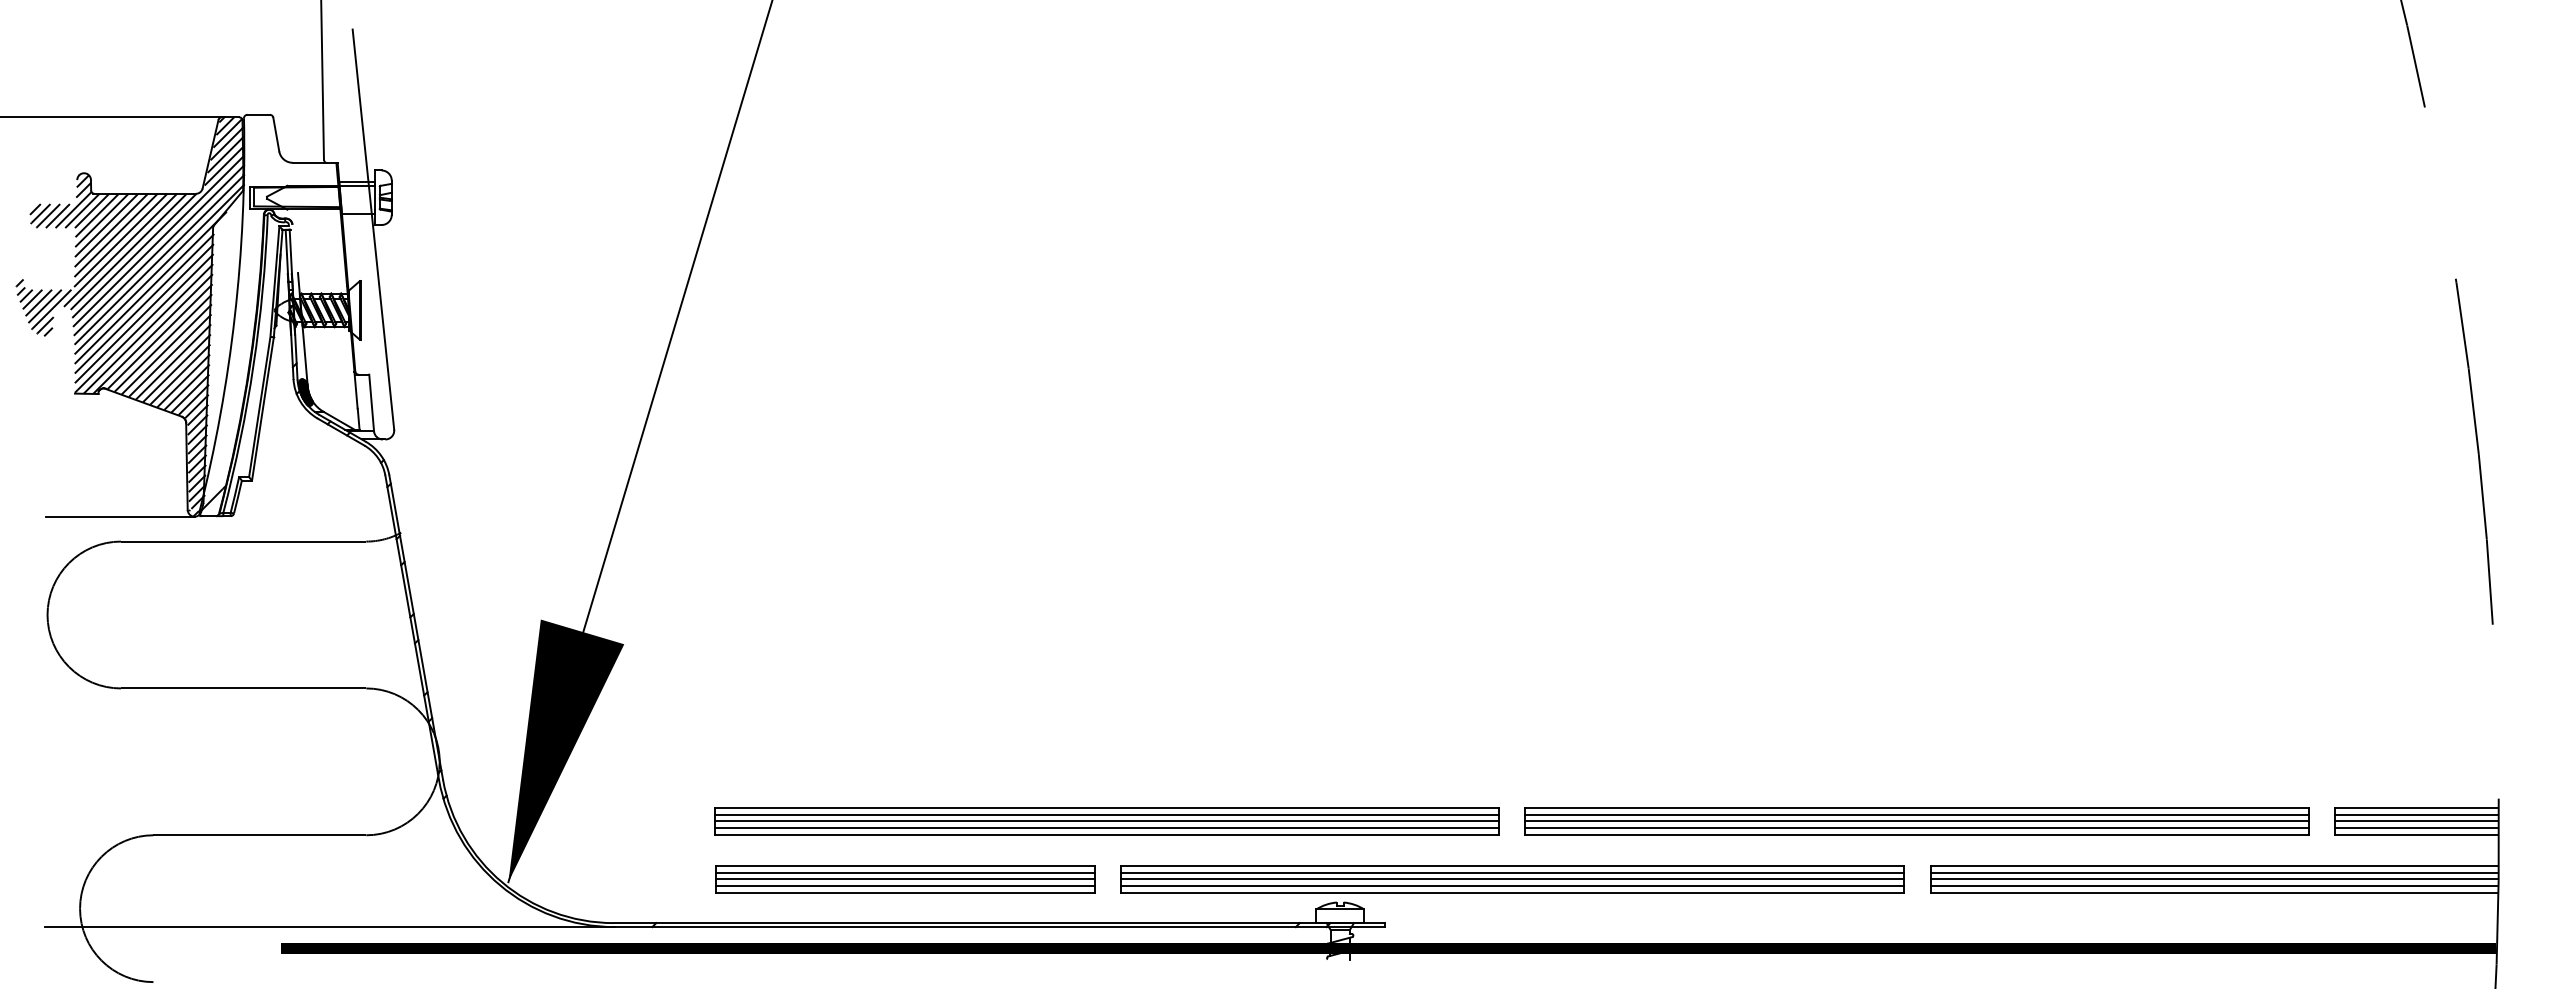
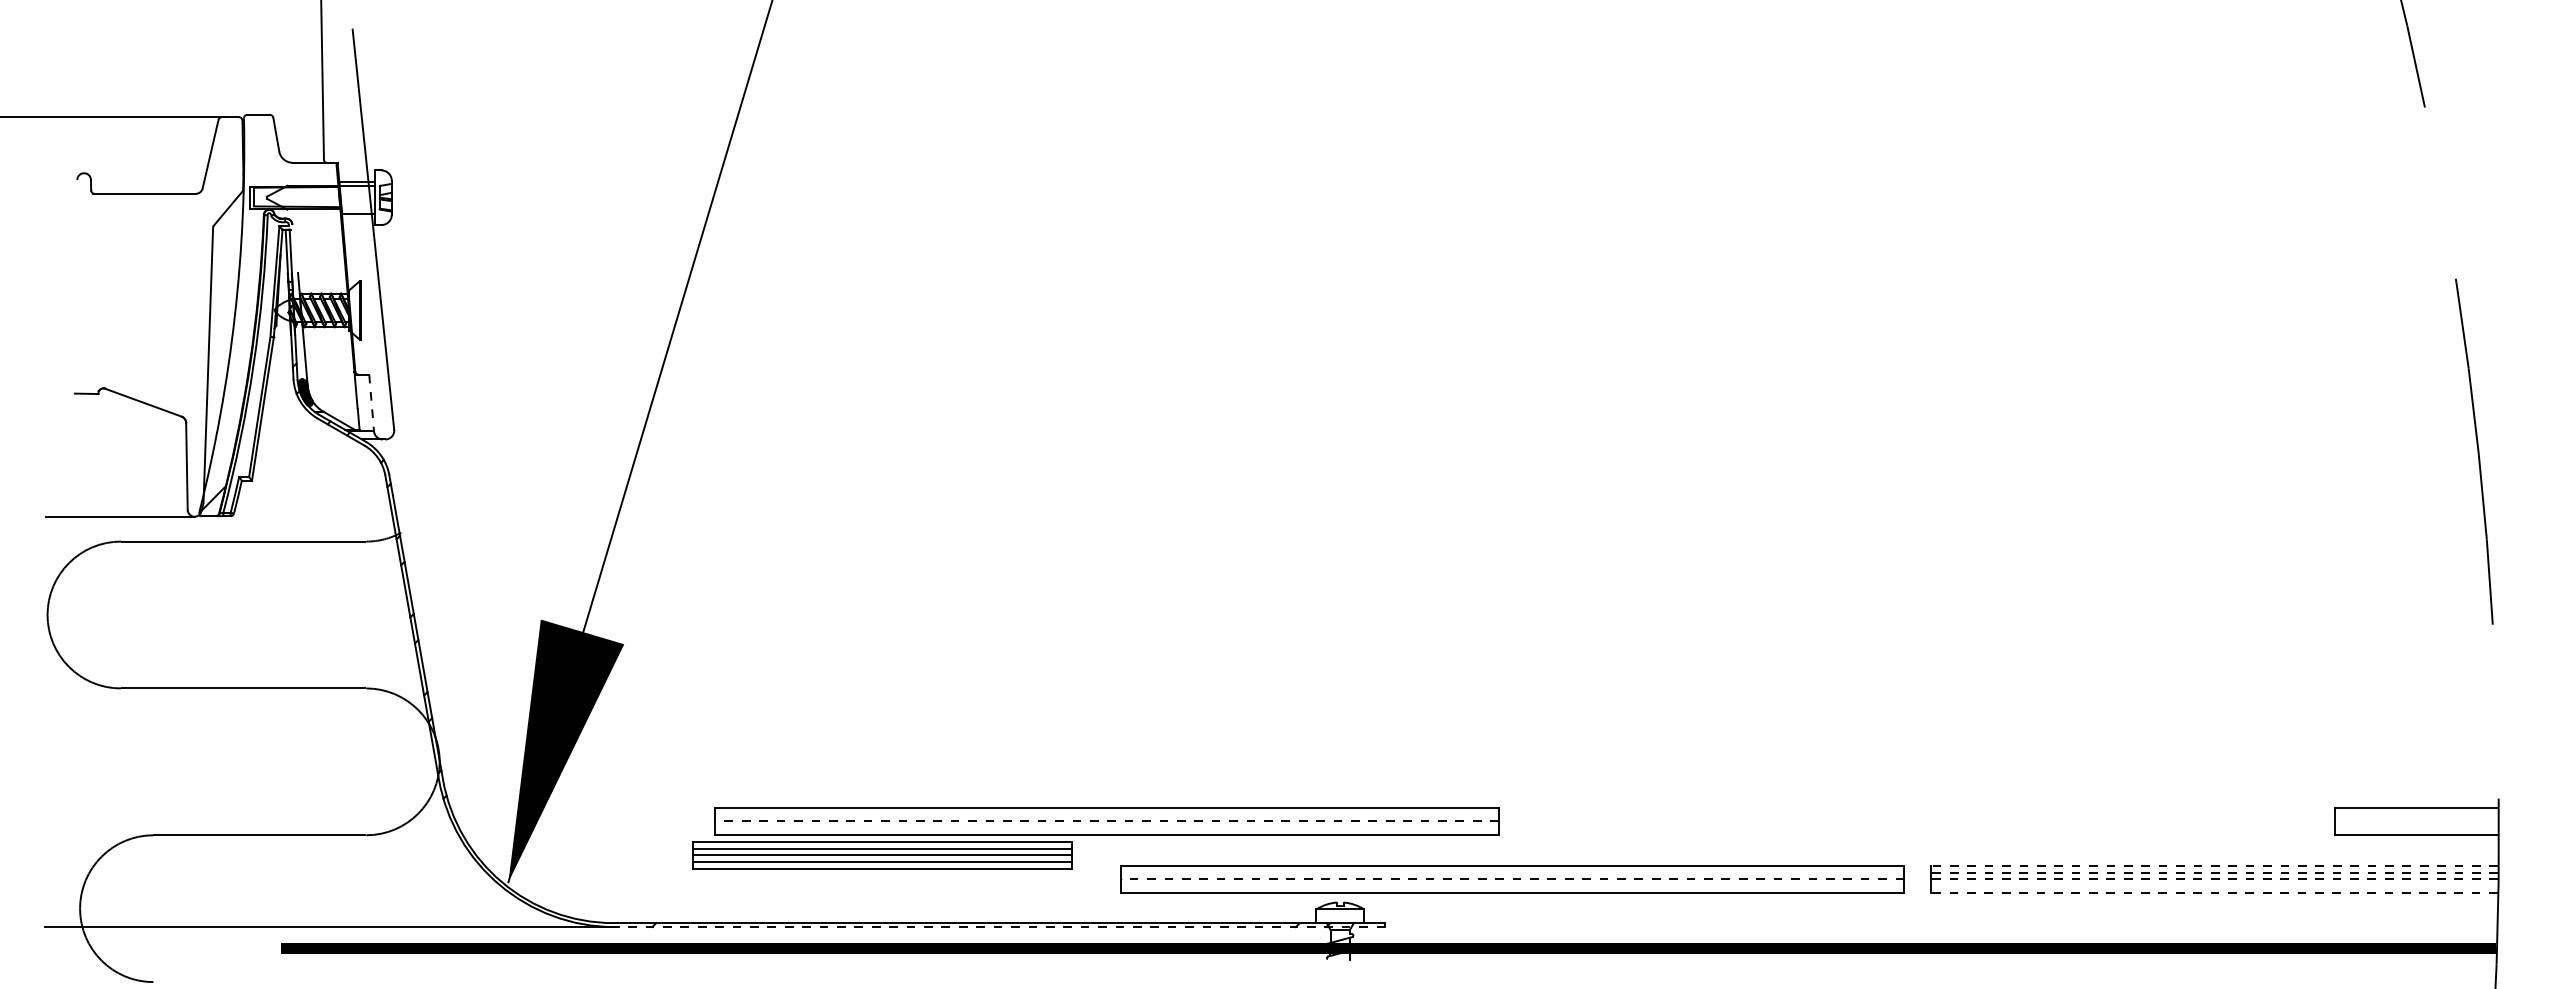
hatch at (130, 316): present -> none
line at (371, 403): solid -> dashed
line at (1106, 814): present -> none
line at (2416, 814): present -> none
line at (1106, 821): solid -> dashed
part at (1916, 821): present -> none
line at (2416, 821): present -> none
line at (1106, 828): present -> none
line at (2416, 828): present -> none
line at (2214, 866): solid -> dashed
line at (1512, 872): present -> none
line at (2214, 872): solid -> dashed
part at (905, 879) position: (905, 879) -> (882, 855)
line at (1512, 879): solid -> dashed
line at (2214, 879): solid -> dashed
line at (1512, 886): present -> none
line at (2213, 886): present -> none
line at (2214, 892): solid -> dashed
line at (999, 927): solid -> dashed
